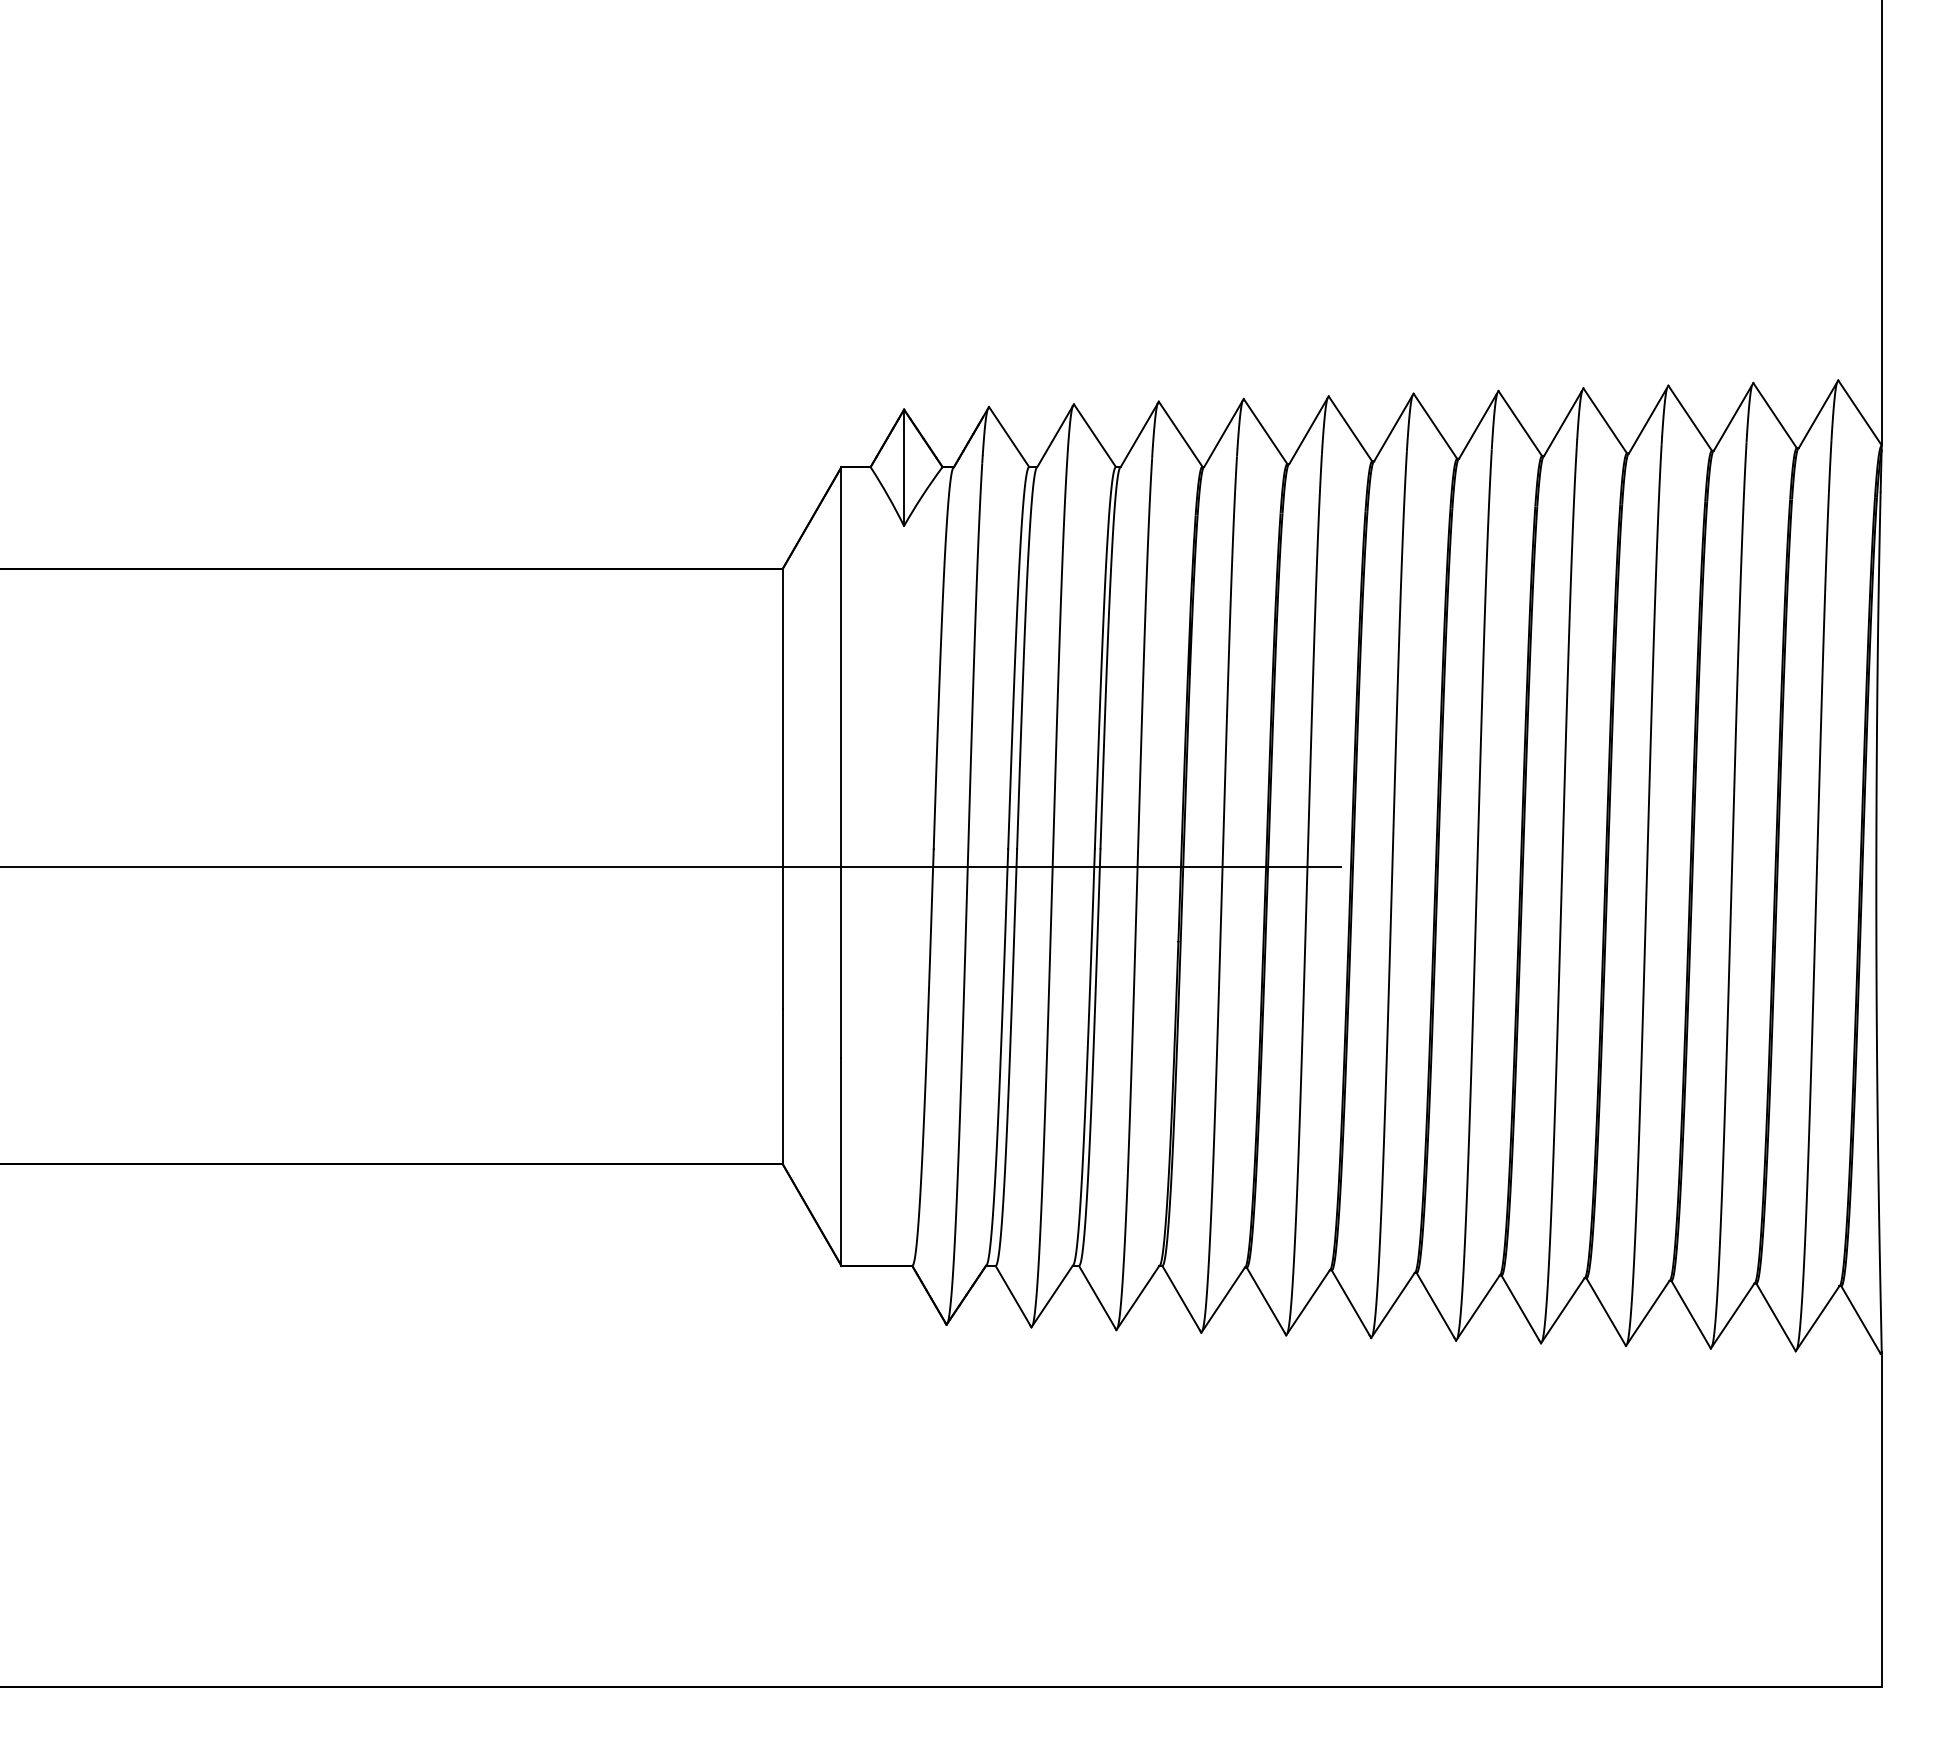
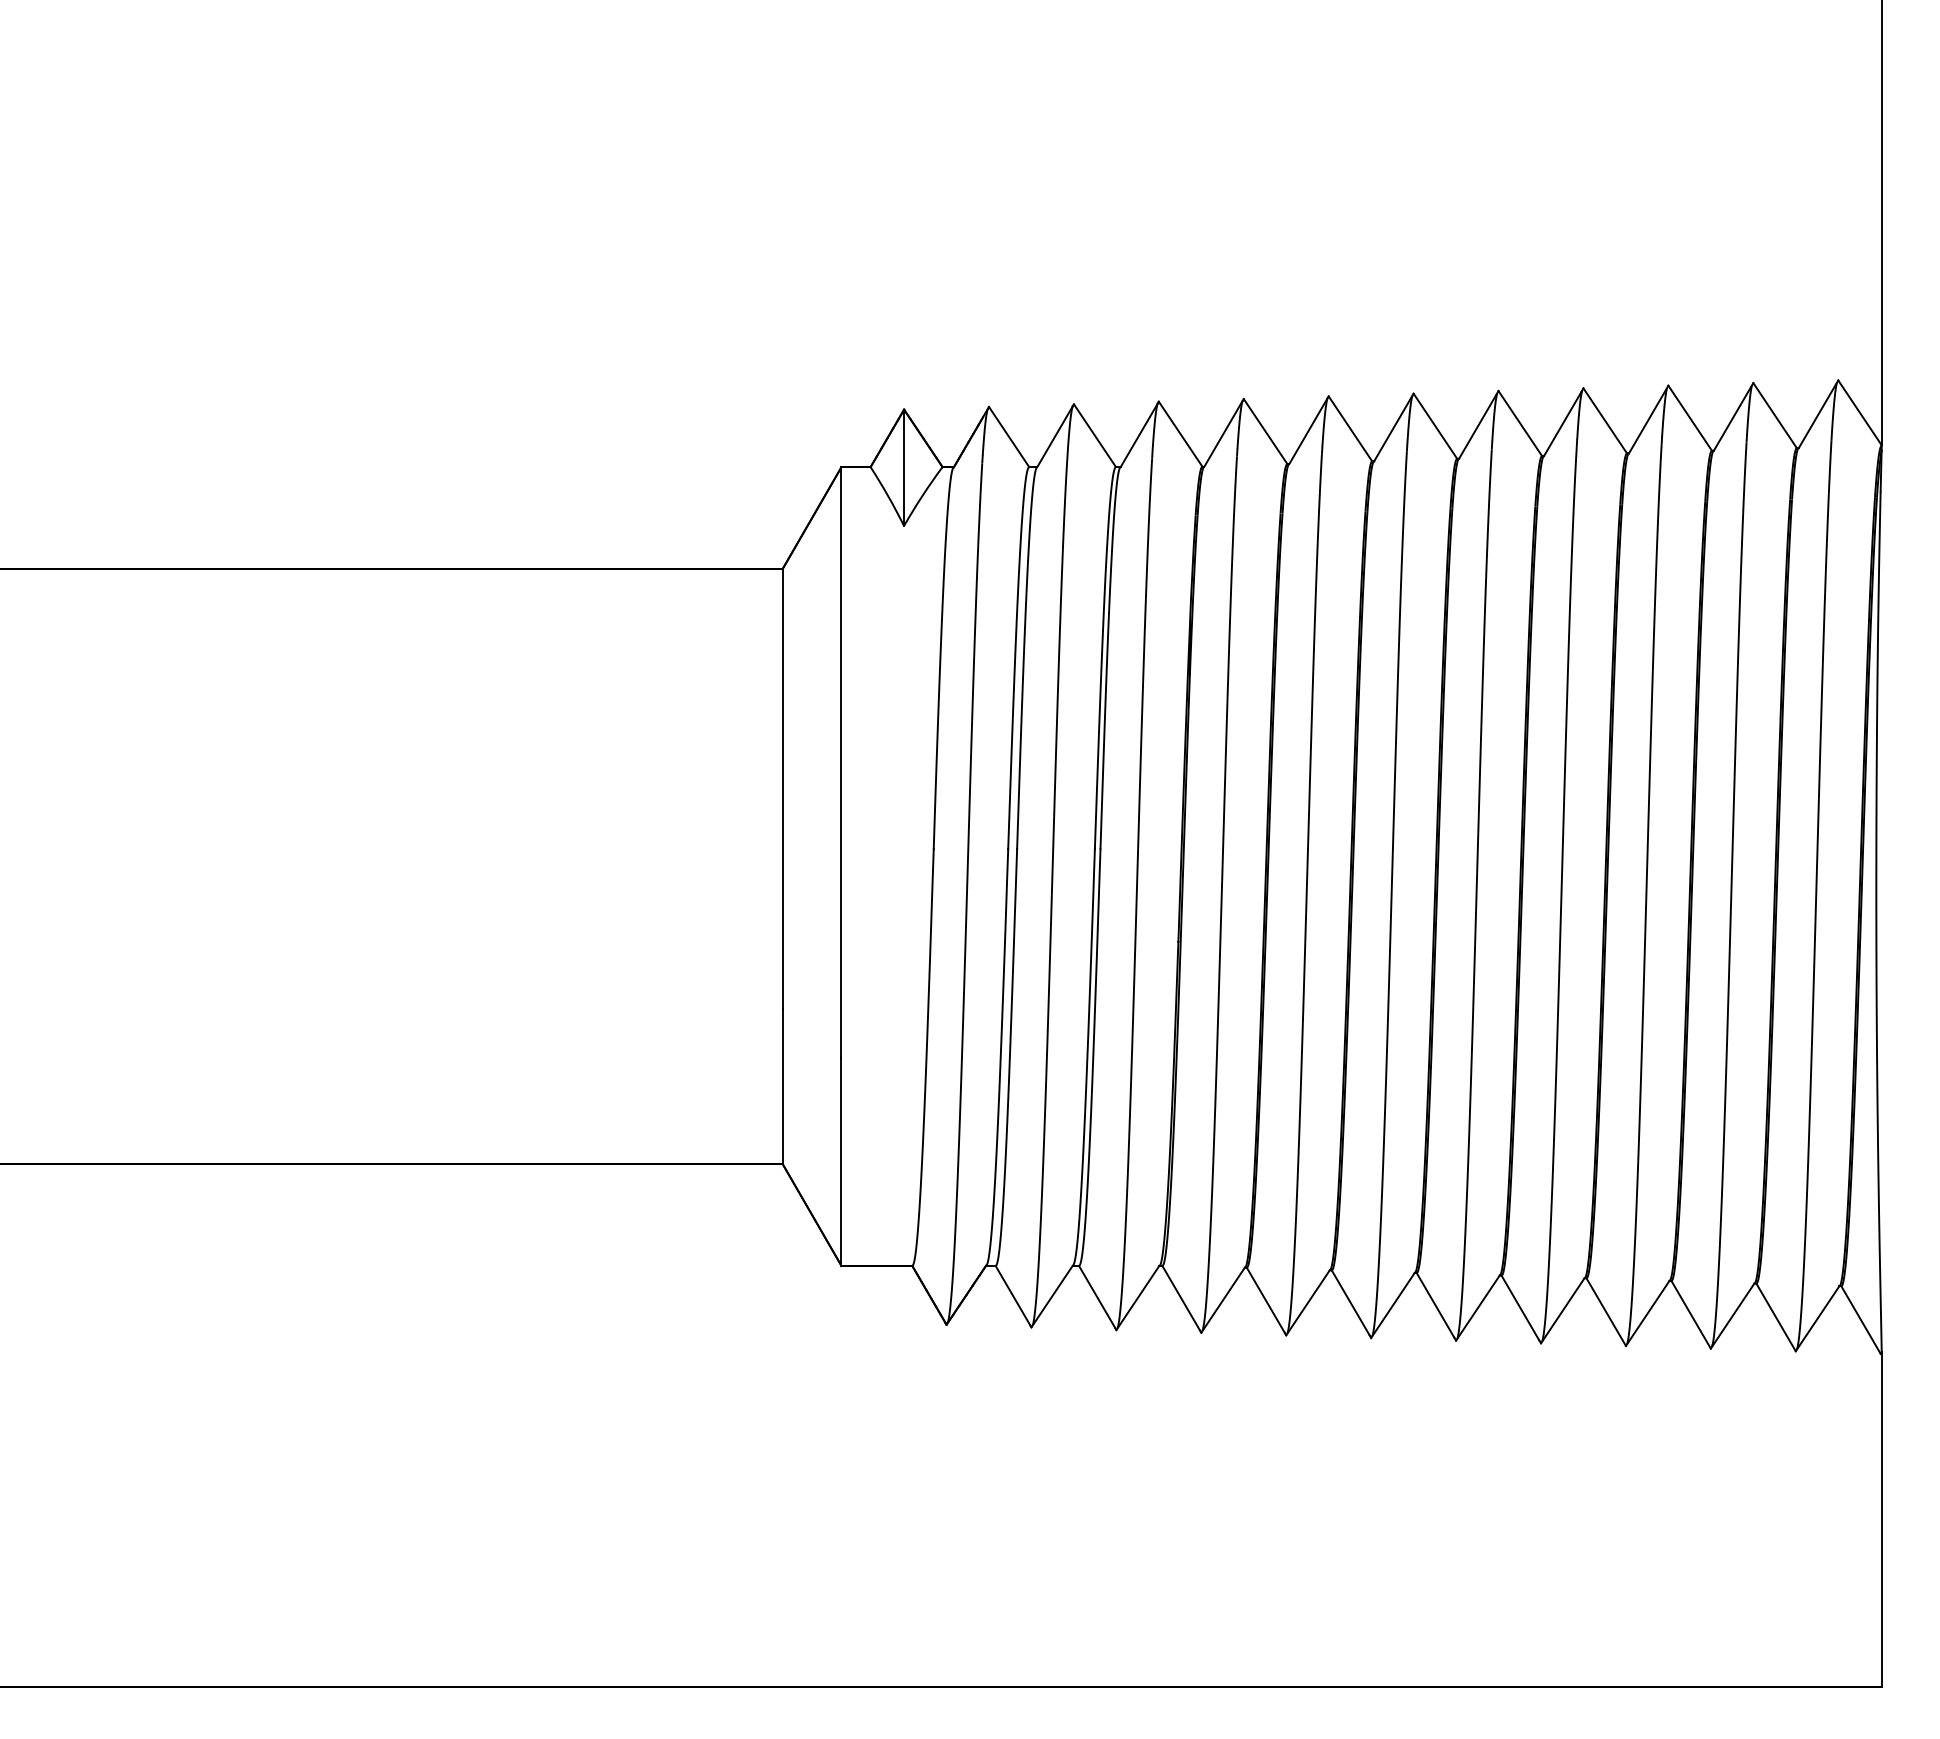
line at (671, 866): present -> none
